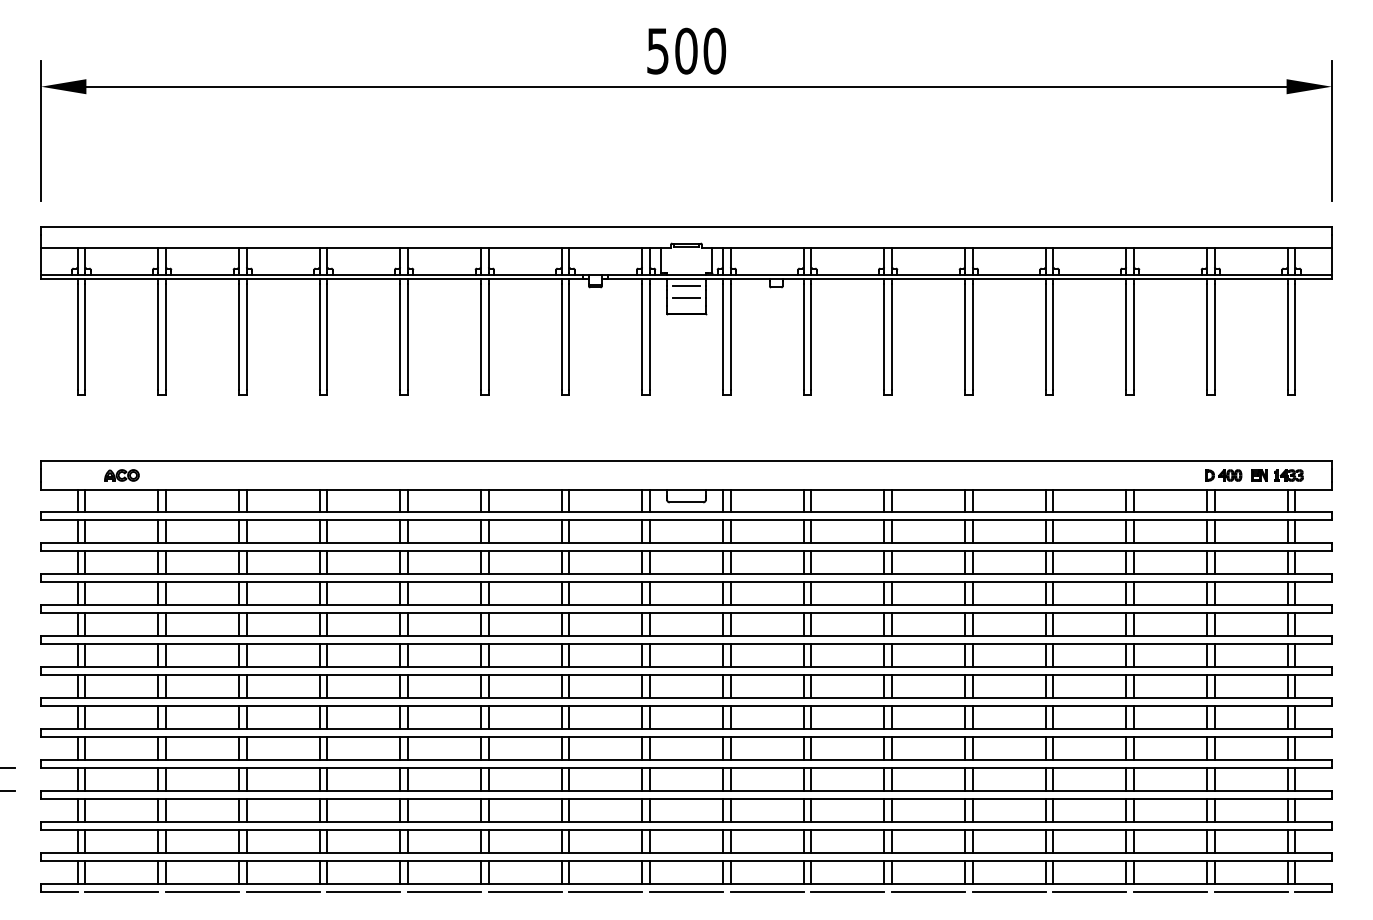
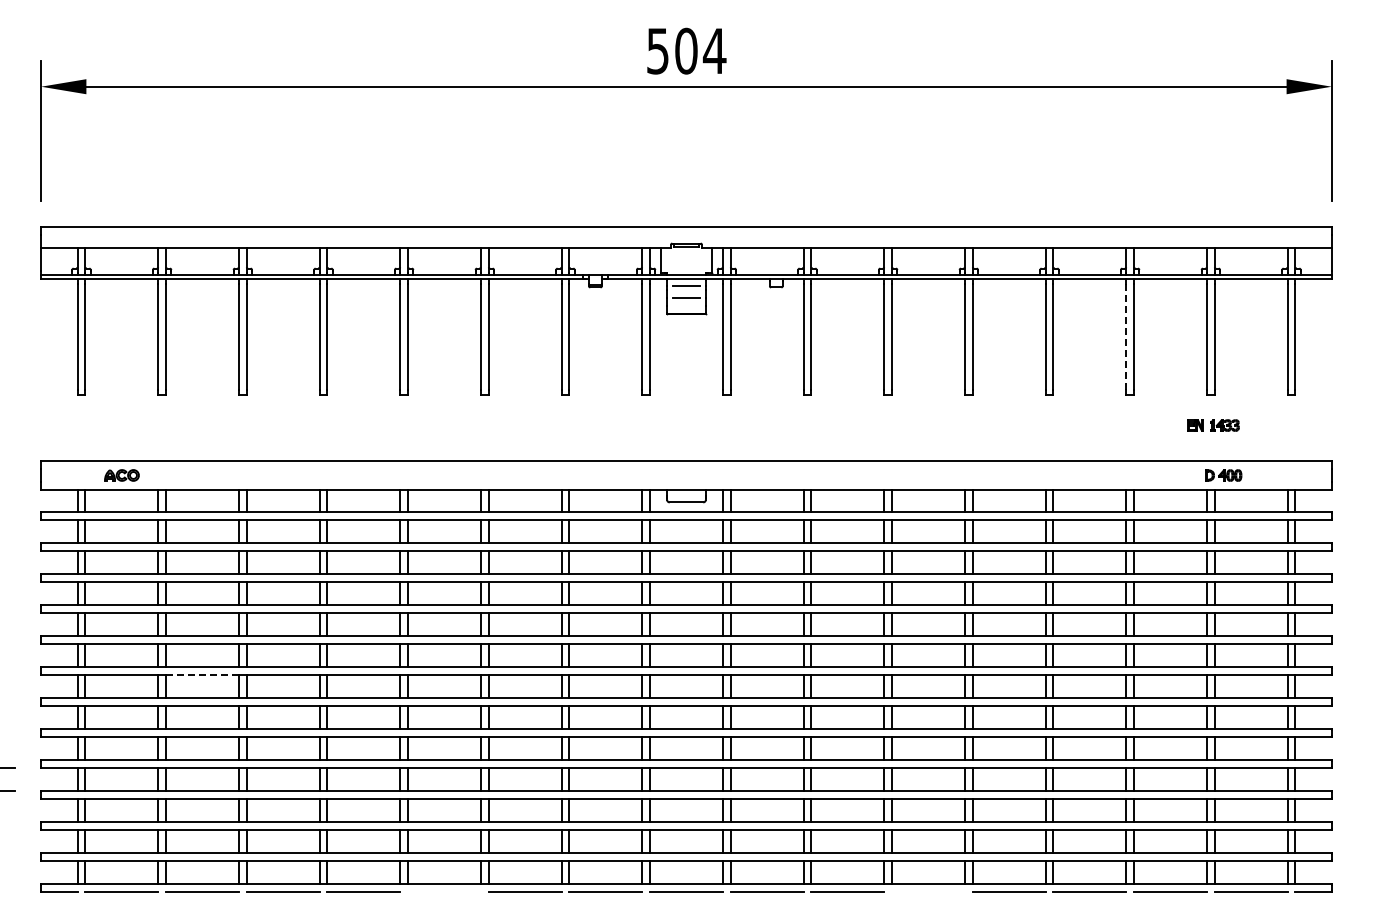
text at (714, 50): 500 -> 504
line at (1126, 337): solid -> dashed
part at (1277, 475) position: (1277, 475) -> (1213, 425)
line at (201, 675): solid -> dashed
line at (444, 892): present -> none
line at (928, 892): present -> none
